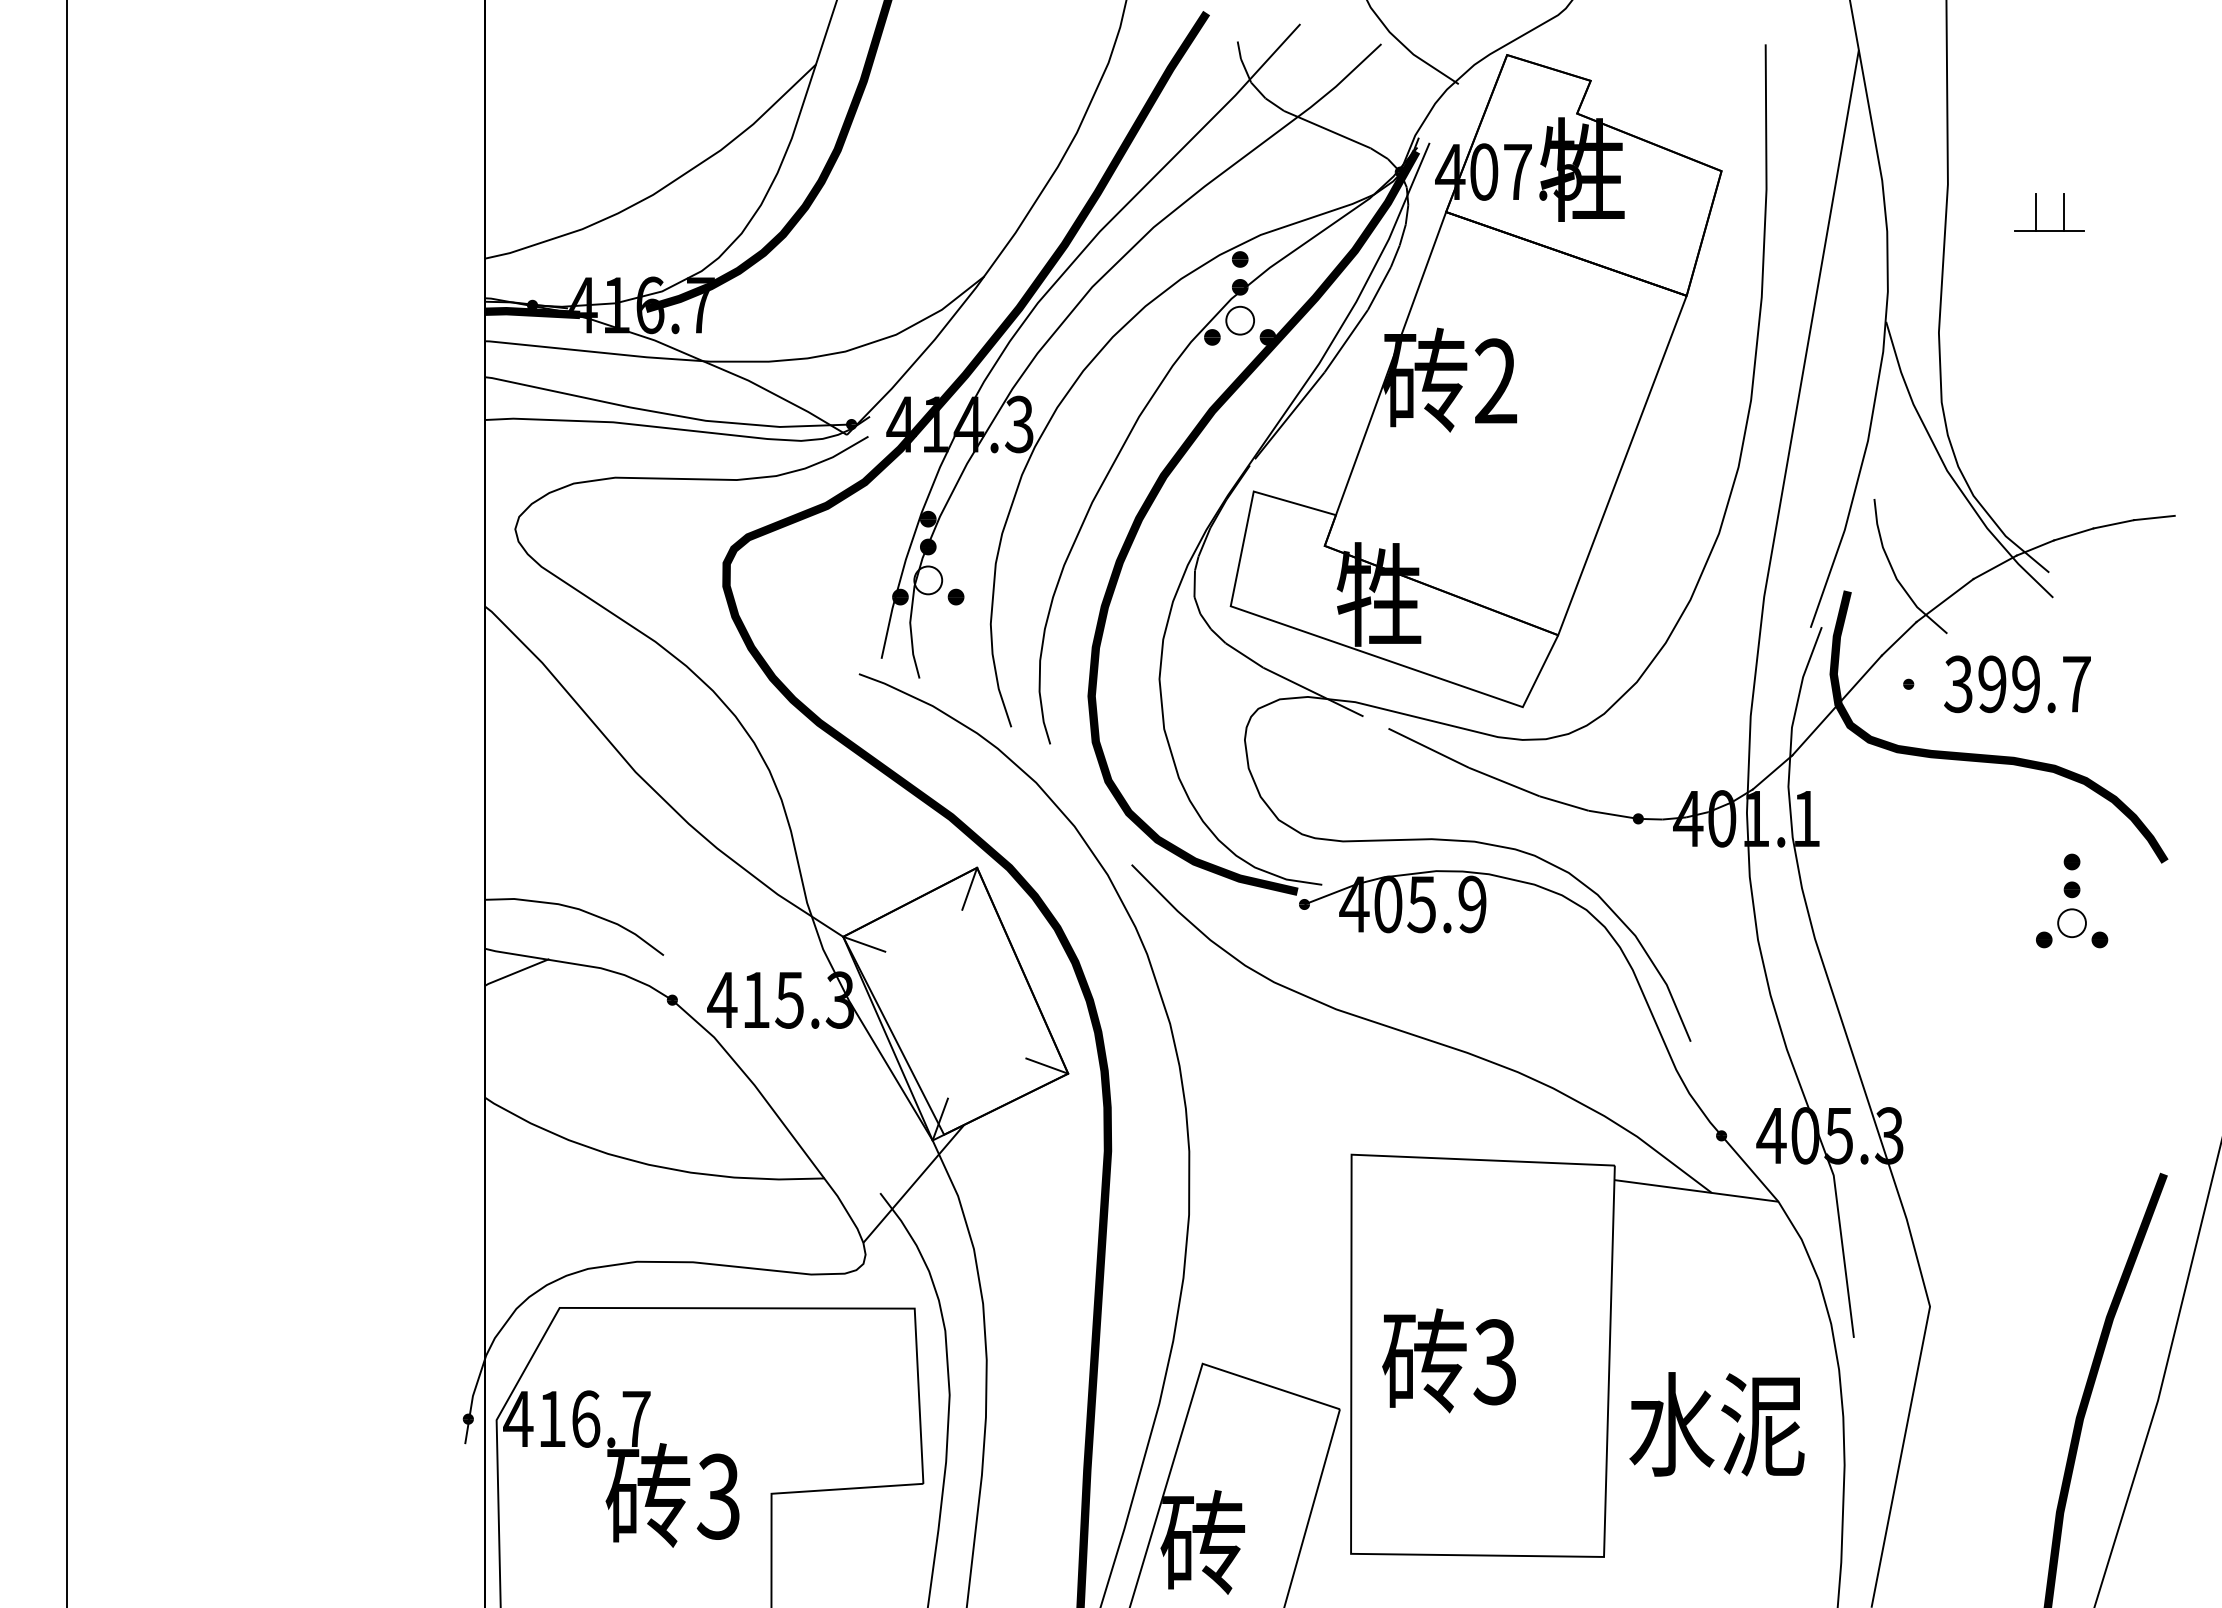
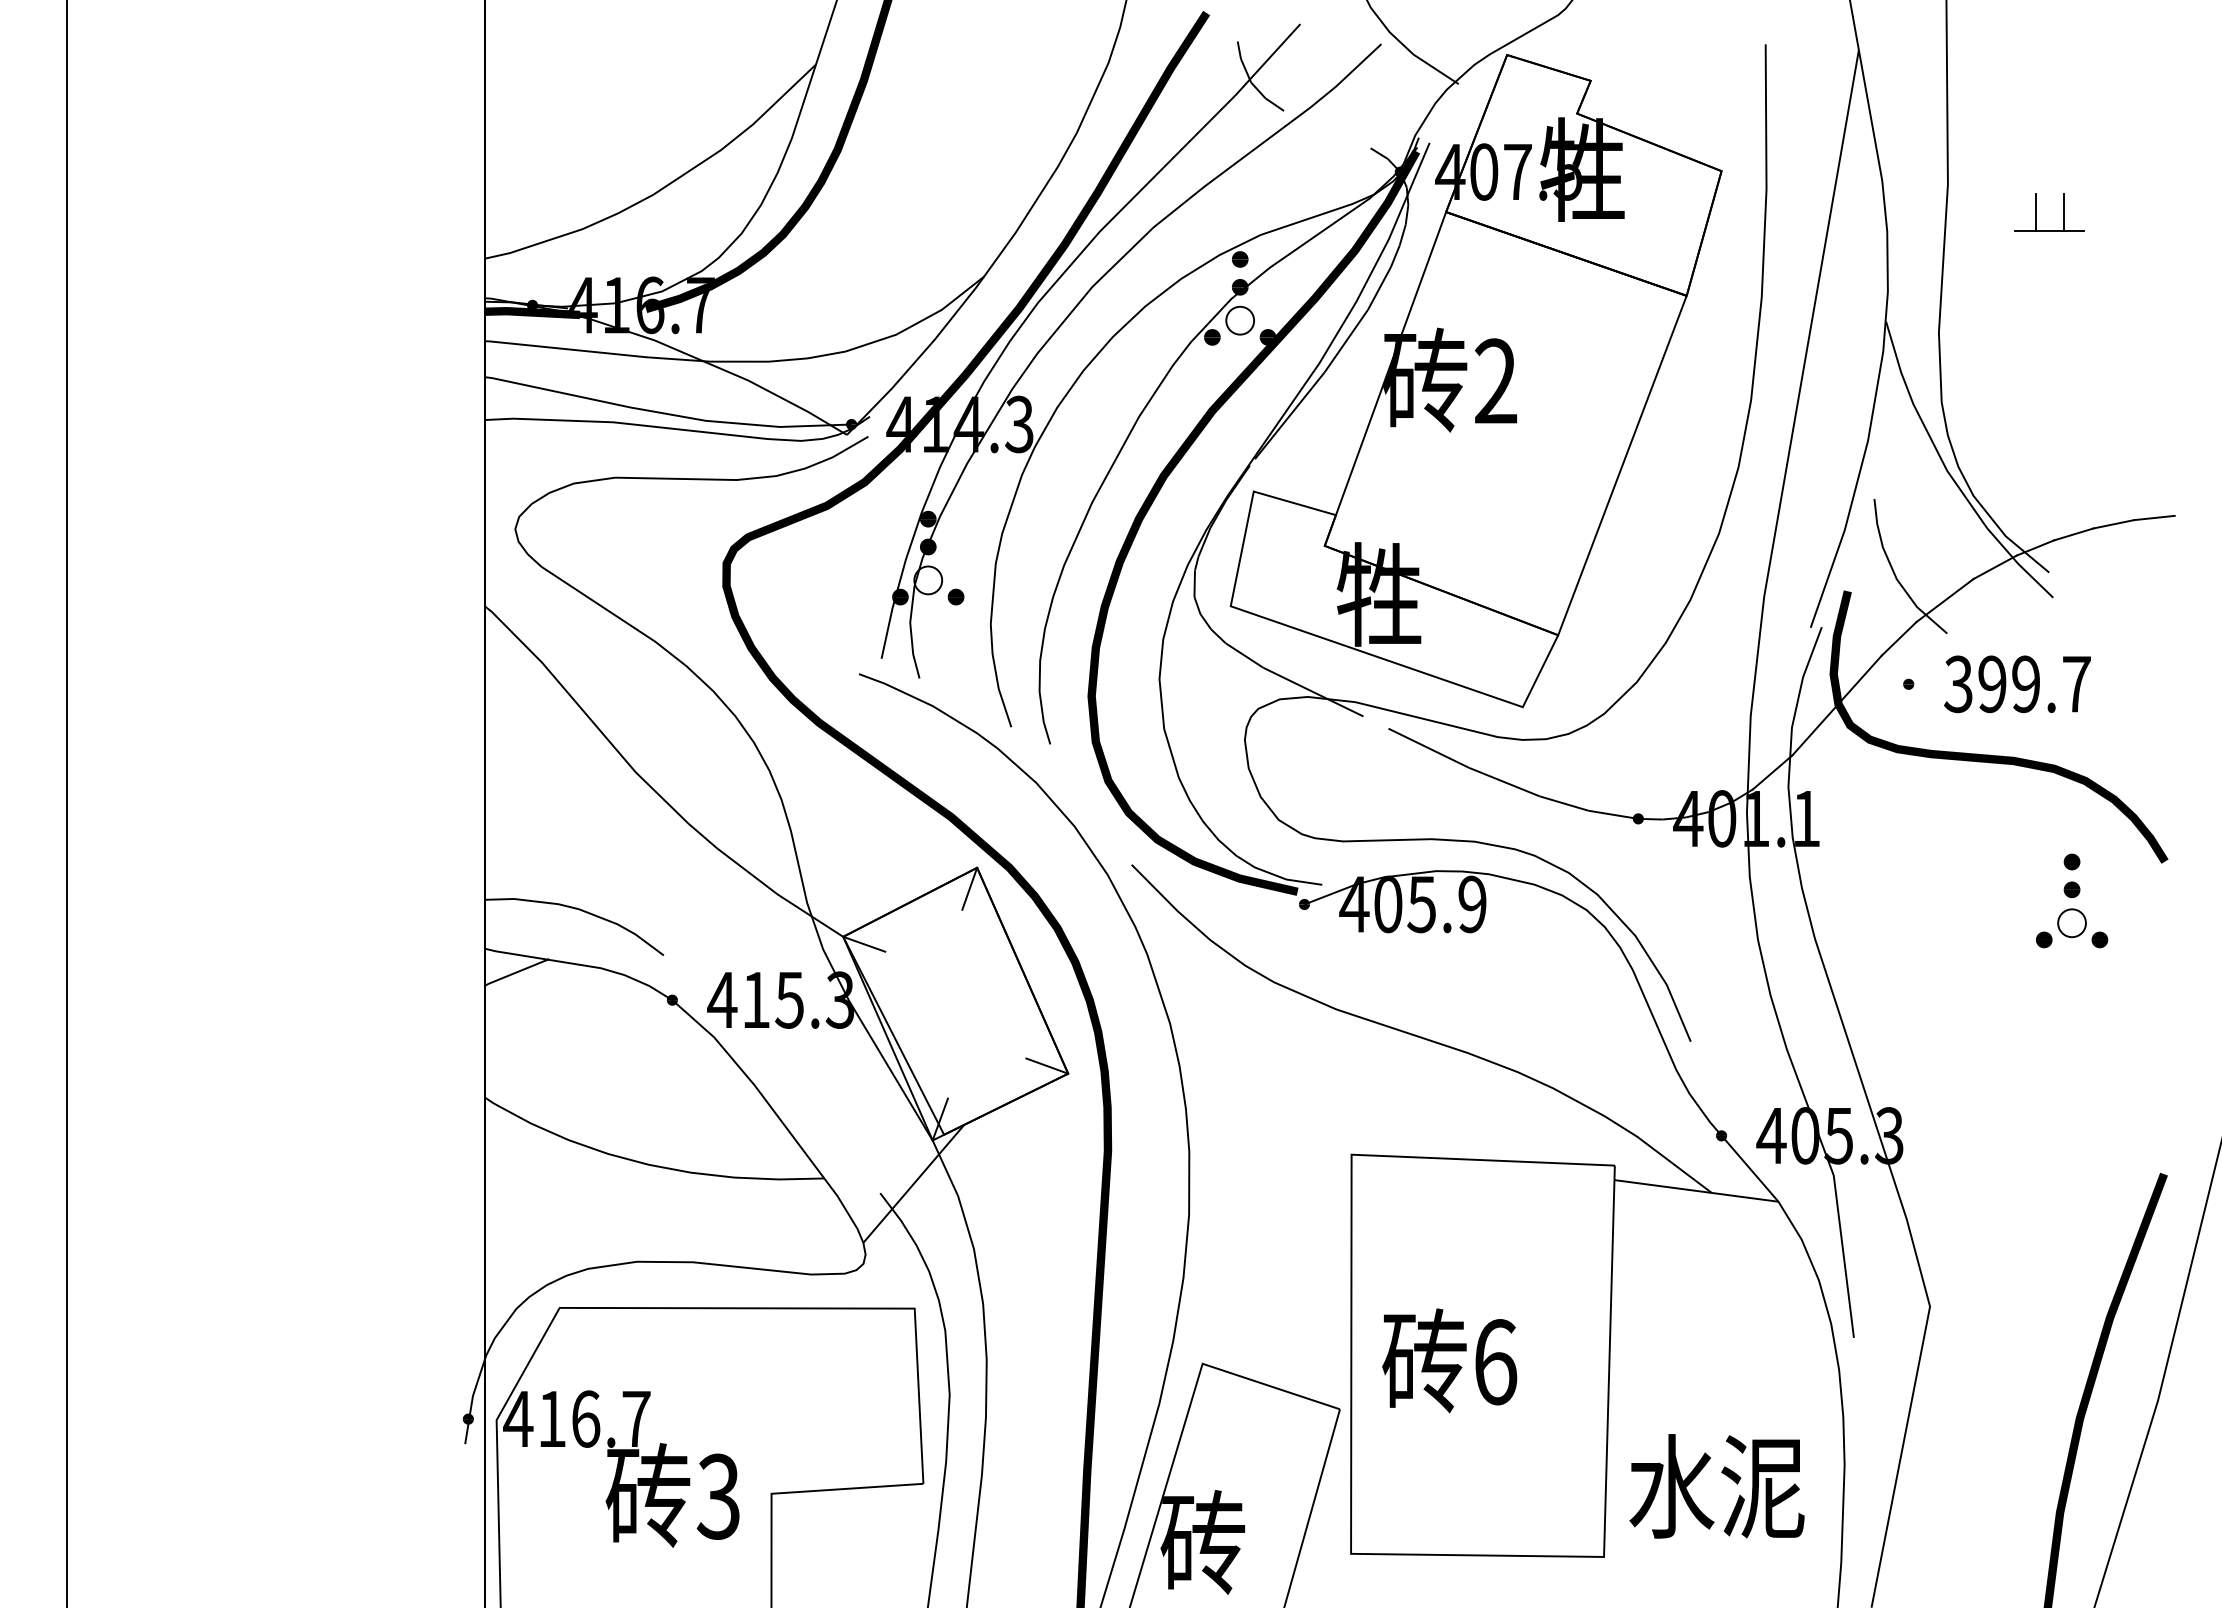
line at (1327, 129): present -> none
text at (1495, 1362): 3 -> 6
text at (1716, 1424) position: (1716, 1424) -> (1716, 1486)
